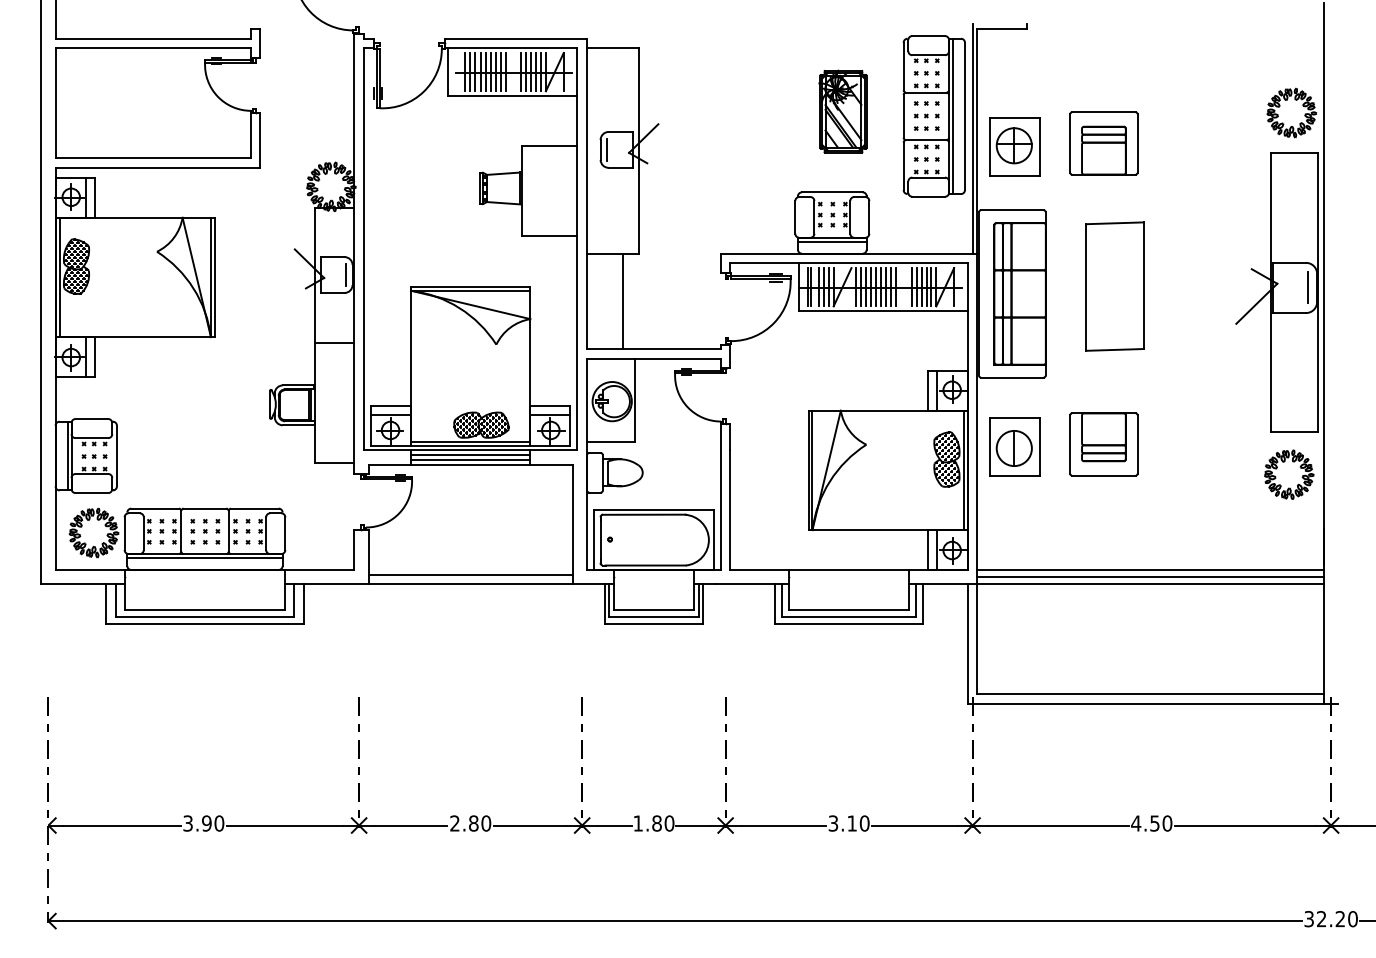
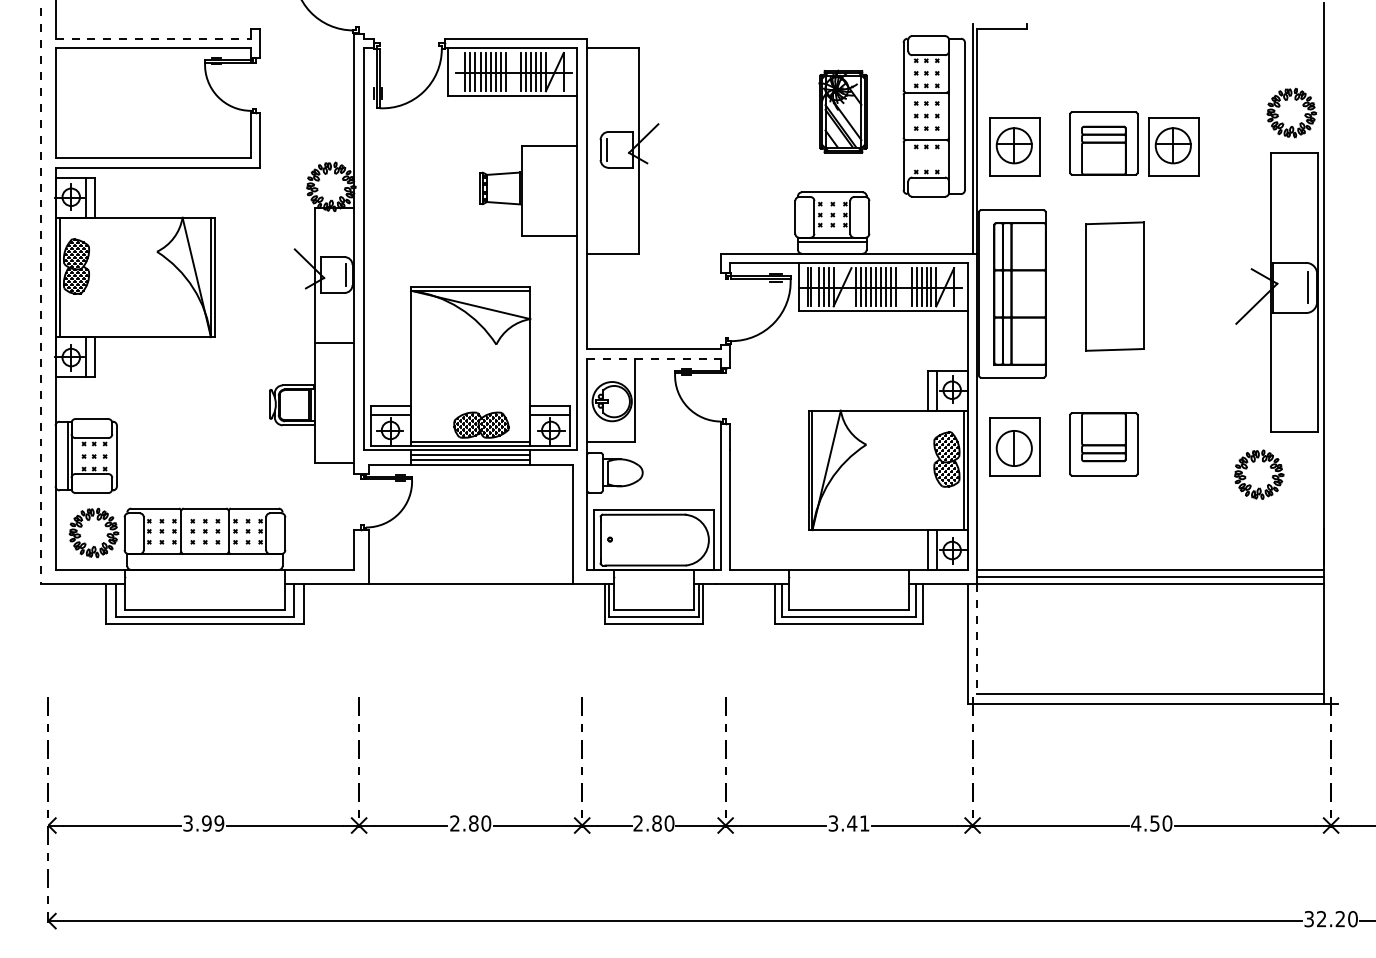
line at (153, 38): solid -> dashed
line at (953, 116): present -> none
part at (1173, 146): none -> present
part at (926, 159): present -> none
line at (41, 292): solid -> dashed
line at (622, 301): present -> none
line at (653, 358): solid -> dashed
part at (1299, 467) position: (1299, 467) -> (1269, 467)
line at (204, 558): present -> none
line at (470, 574): present -> none
line at (977, 639): solid -> dashed
text at (219, 823): 3.90 -> 3.99
text at (637, 823): 1.80 -> 2.80
text at (858, 823): 3.10 -> 3.41
